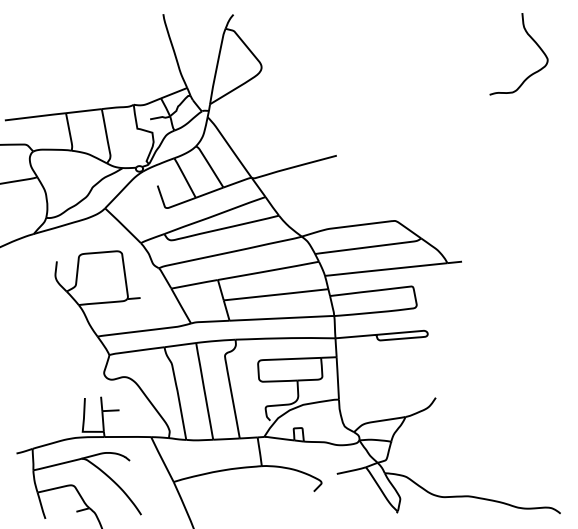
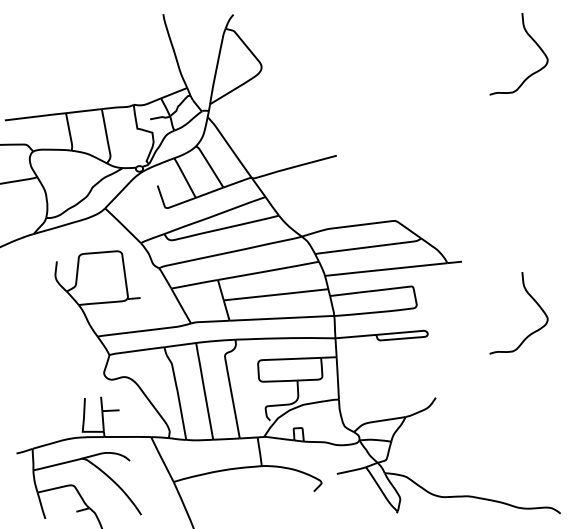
curve at (532, 299): none -> present
